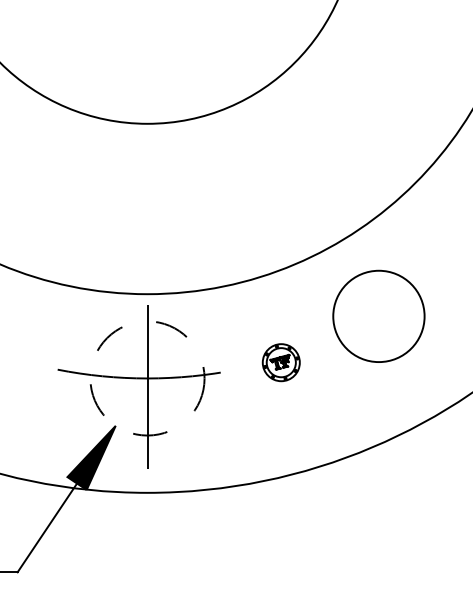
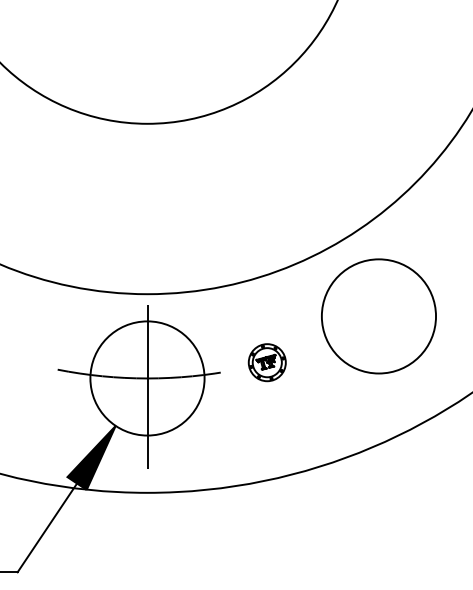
circle at (378, 316) diameter: 91 px -> 114 px
part at (280, 362) position: (280, 362) -> (266, 362)
circle at (147, 378): dashed -> solid
